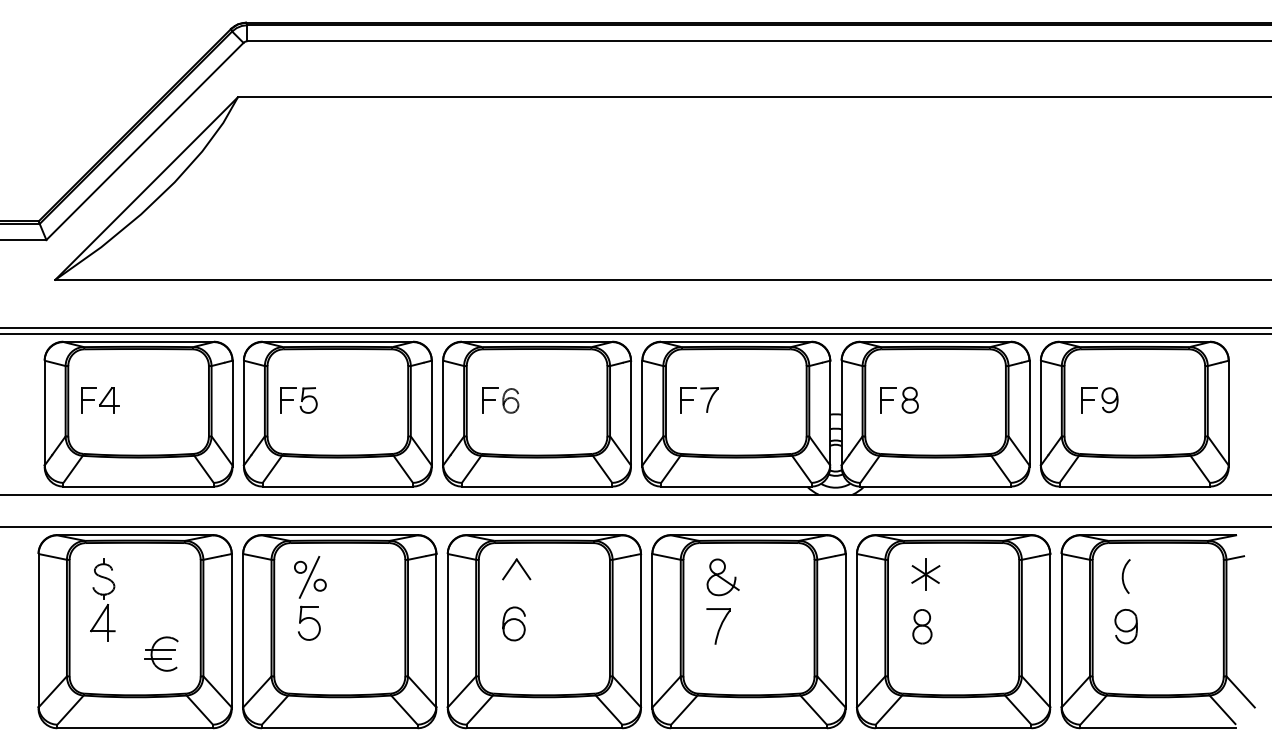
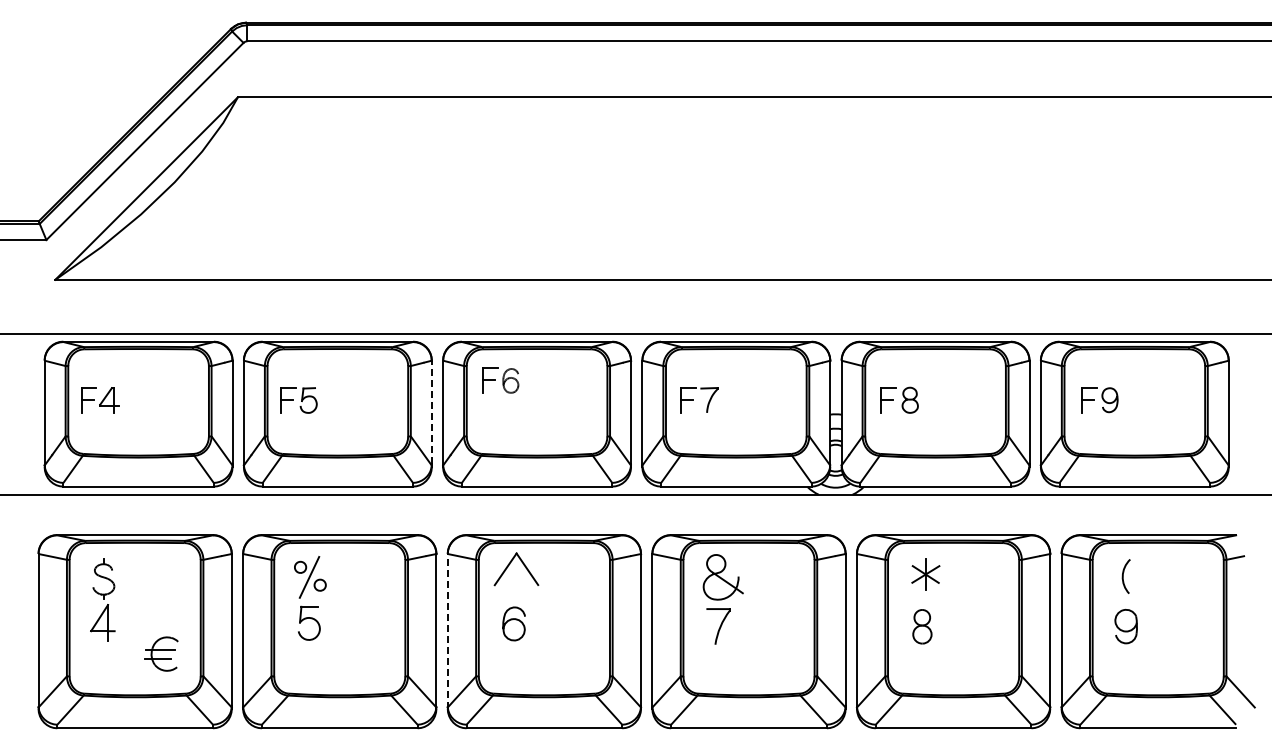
line at (635, 328): present -> none
part at (500, 400) position: (500, 400) -> (500, 380)
line at (431, 412): solid -> dashed
line at (635, 526): present -> none
part at (516, 569) size: 30x23 px -> 47x35 px
part at (722, 577) size: 34x39 px -> 42x47 px
line at (447, 630): solid -> dashed
